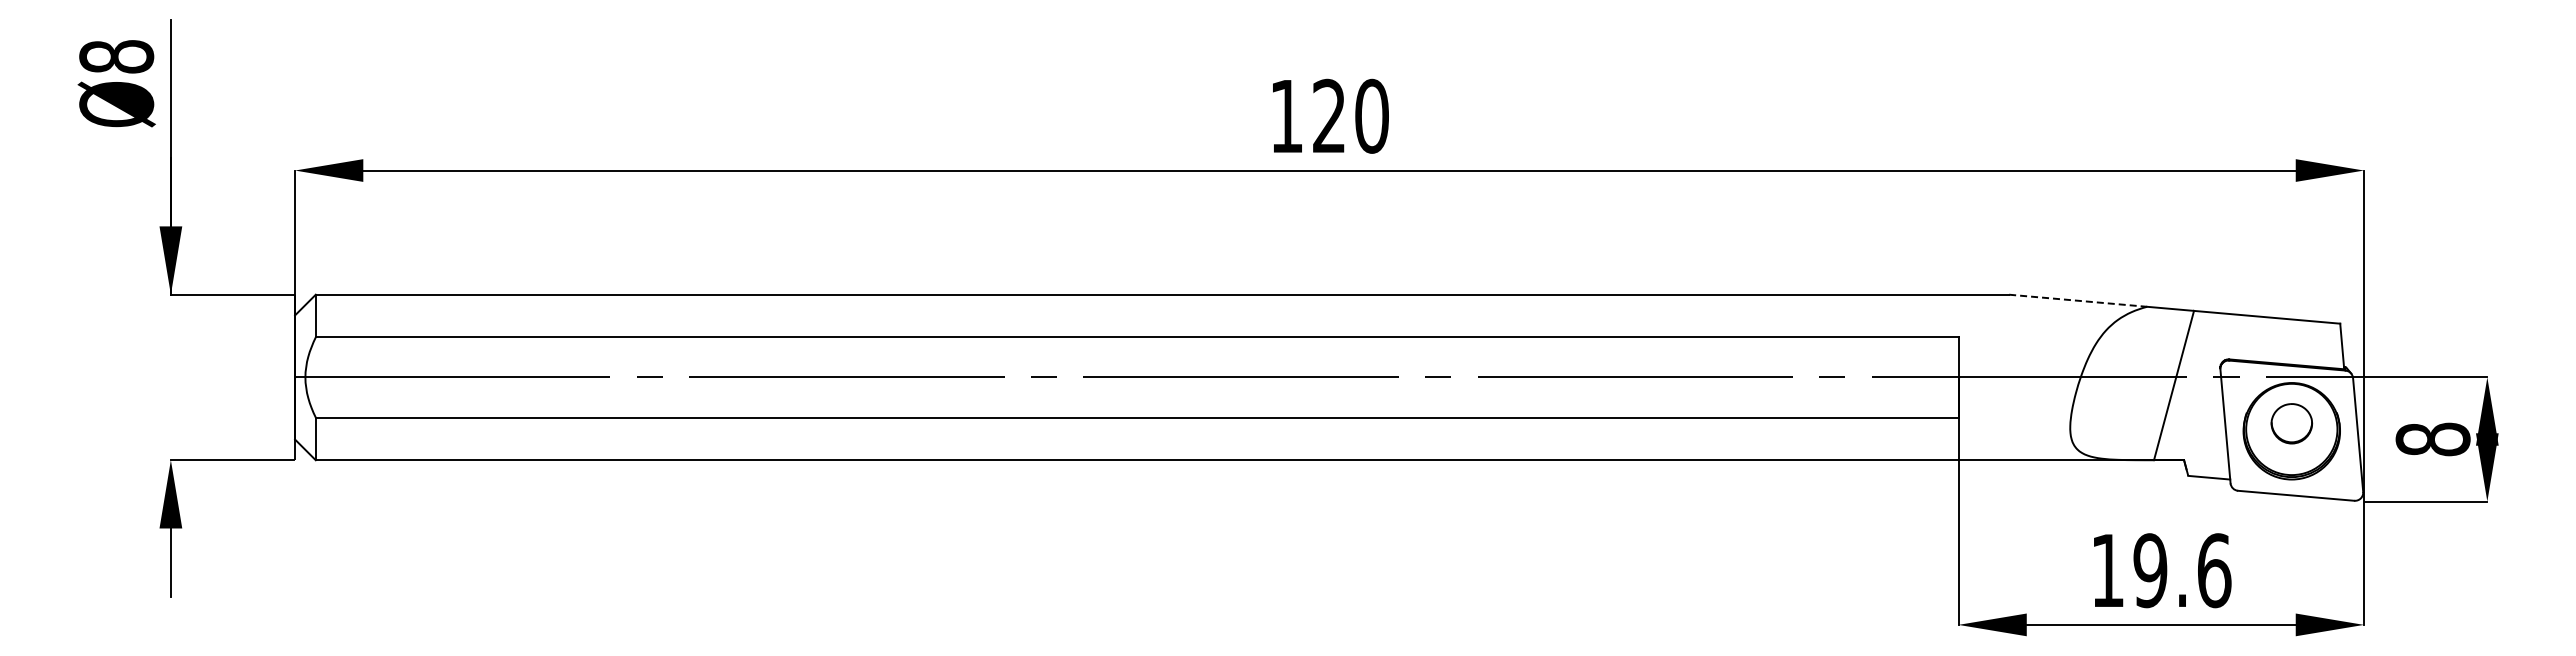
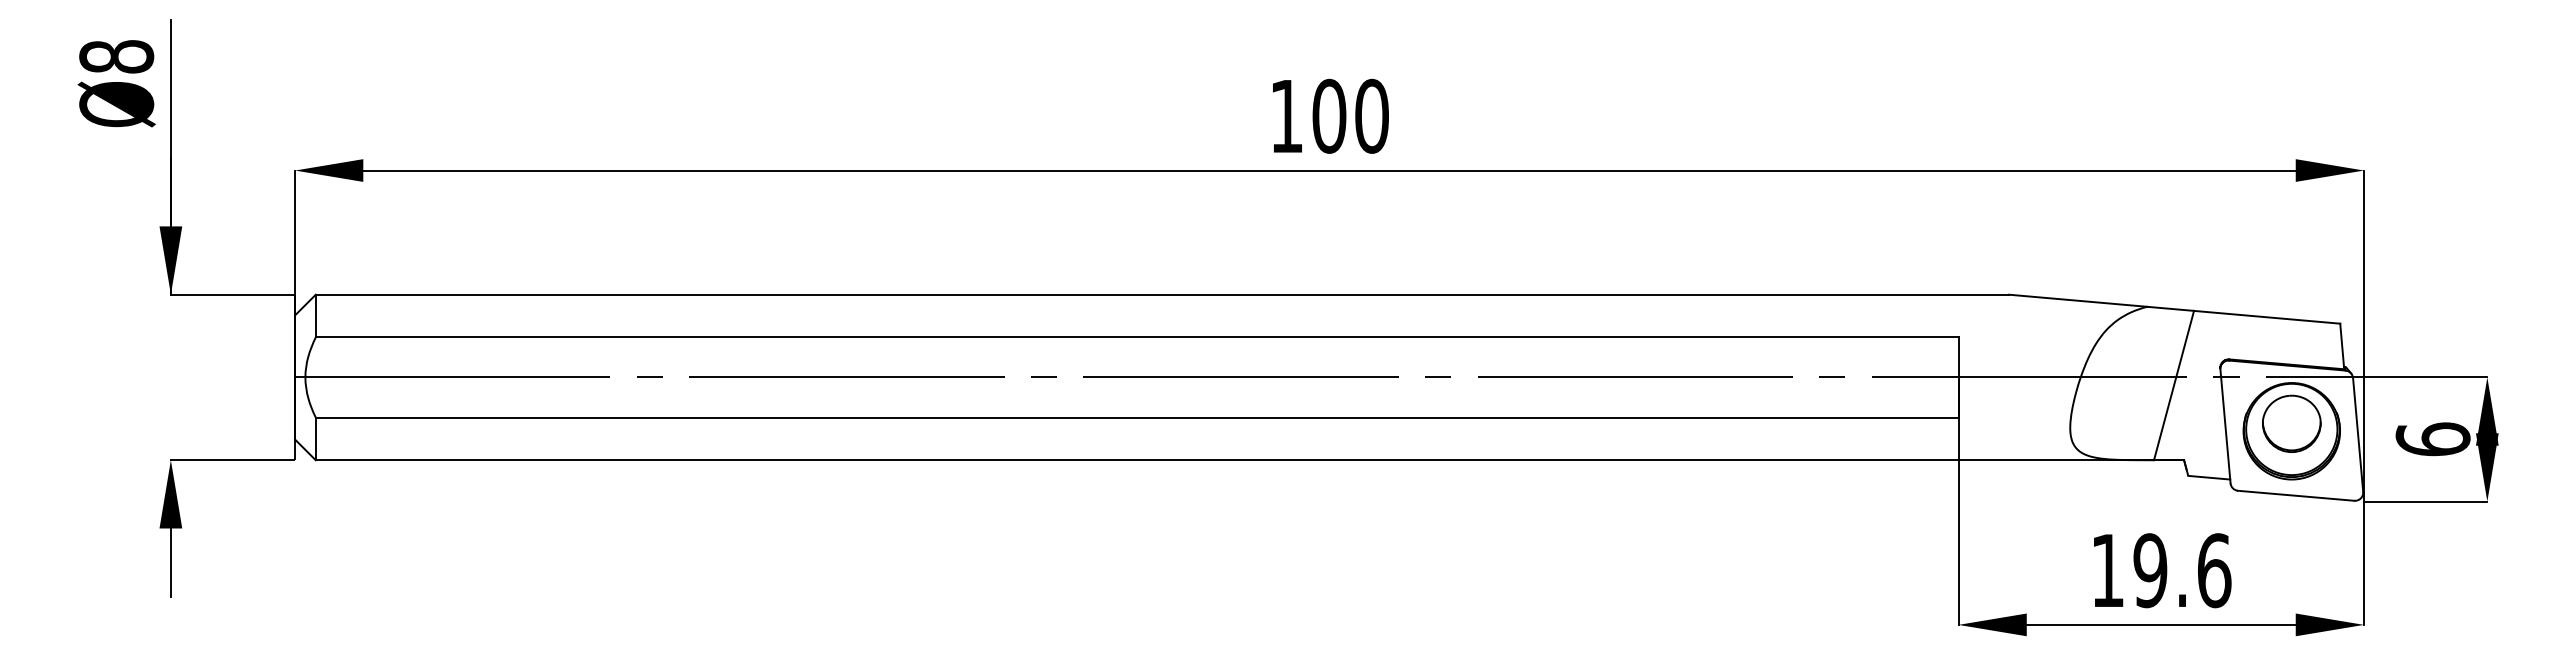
text at (1329, 115): 120 -> 100
line at (2078, 300): dashed -> solid
part at (2291, 423) size: 44x42 px -> 60x59 px
text at (2432, 439): 8 -> 6
